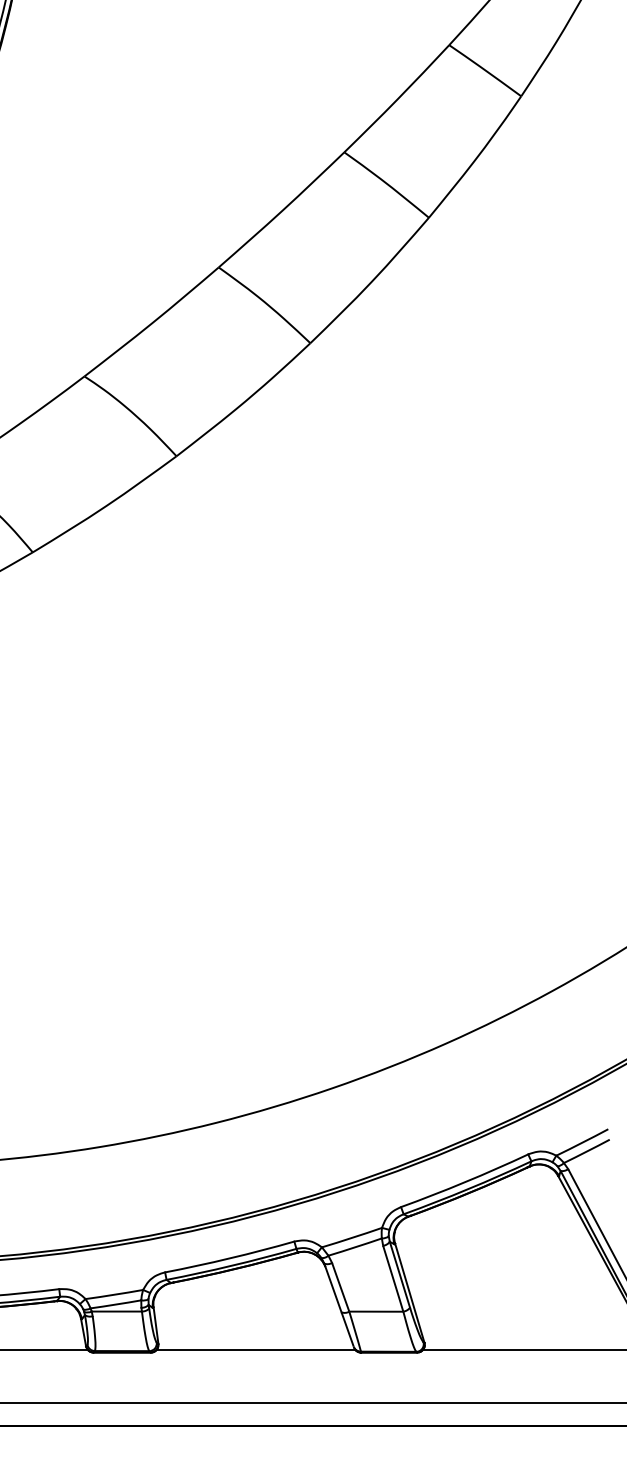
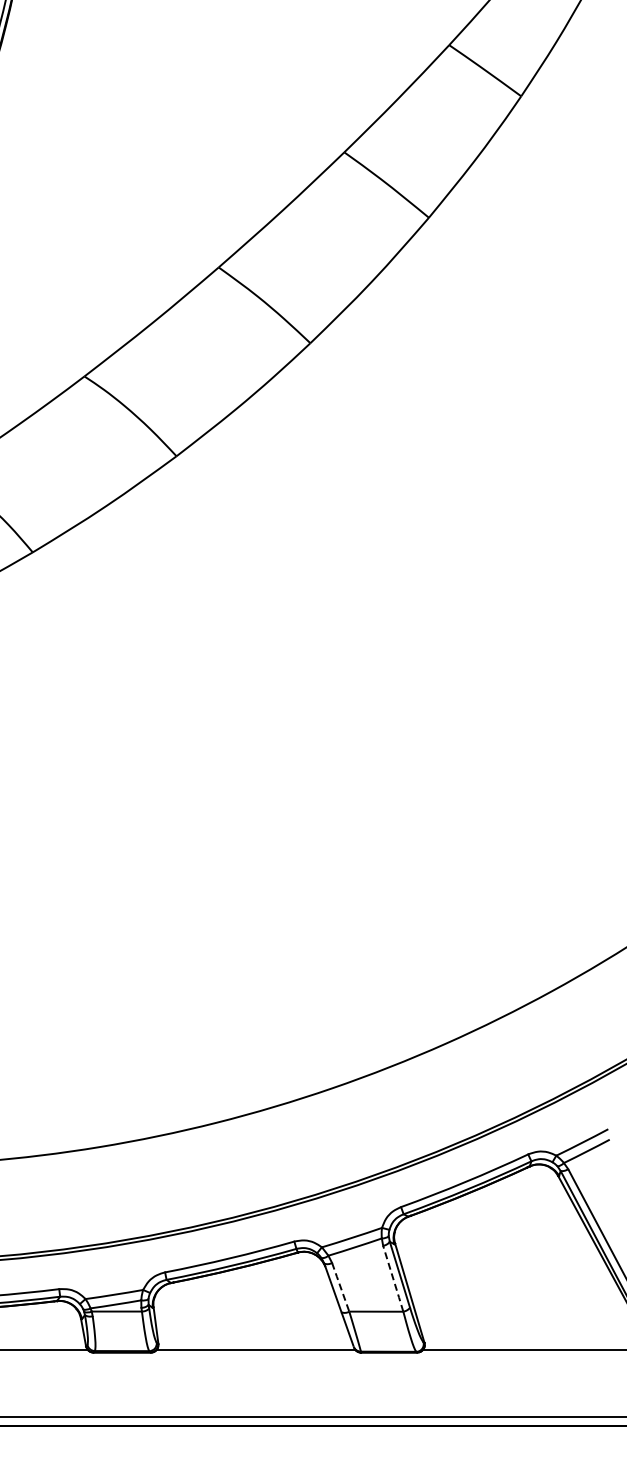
line at (393, 1278): solid -> dashed
line at (340, 1287): solid -> dashed
line at (312, 1403) position: (312, 1403) -> (312, 1417)
